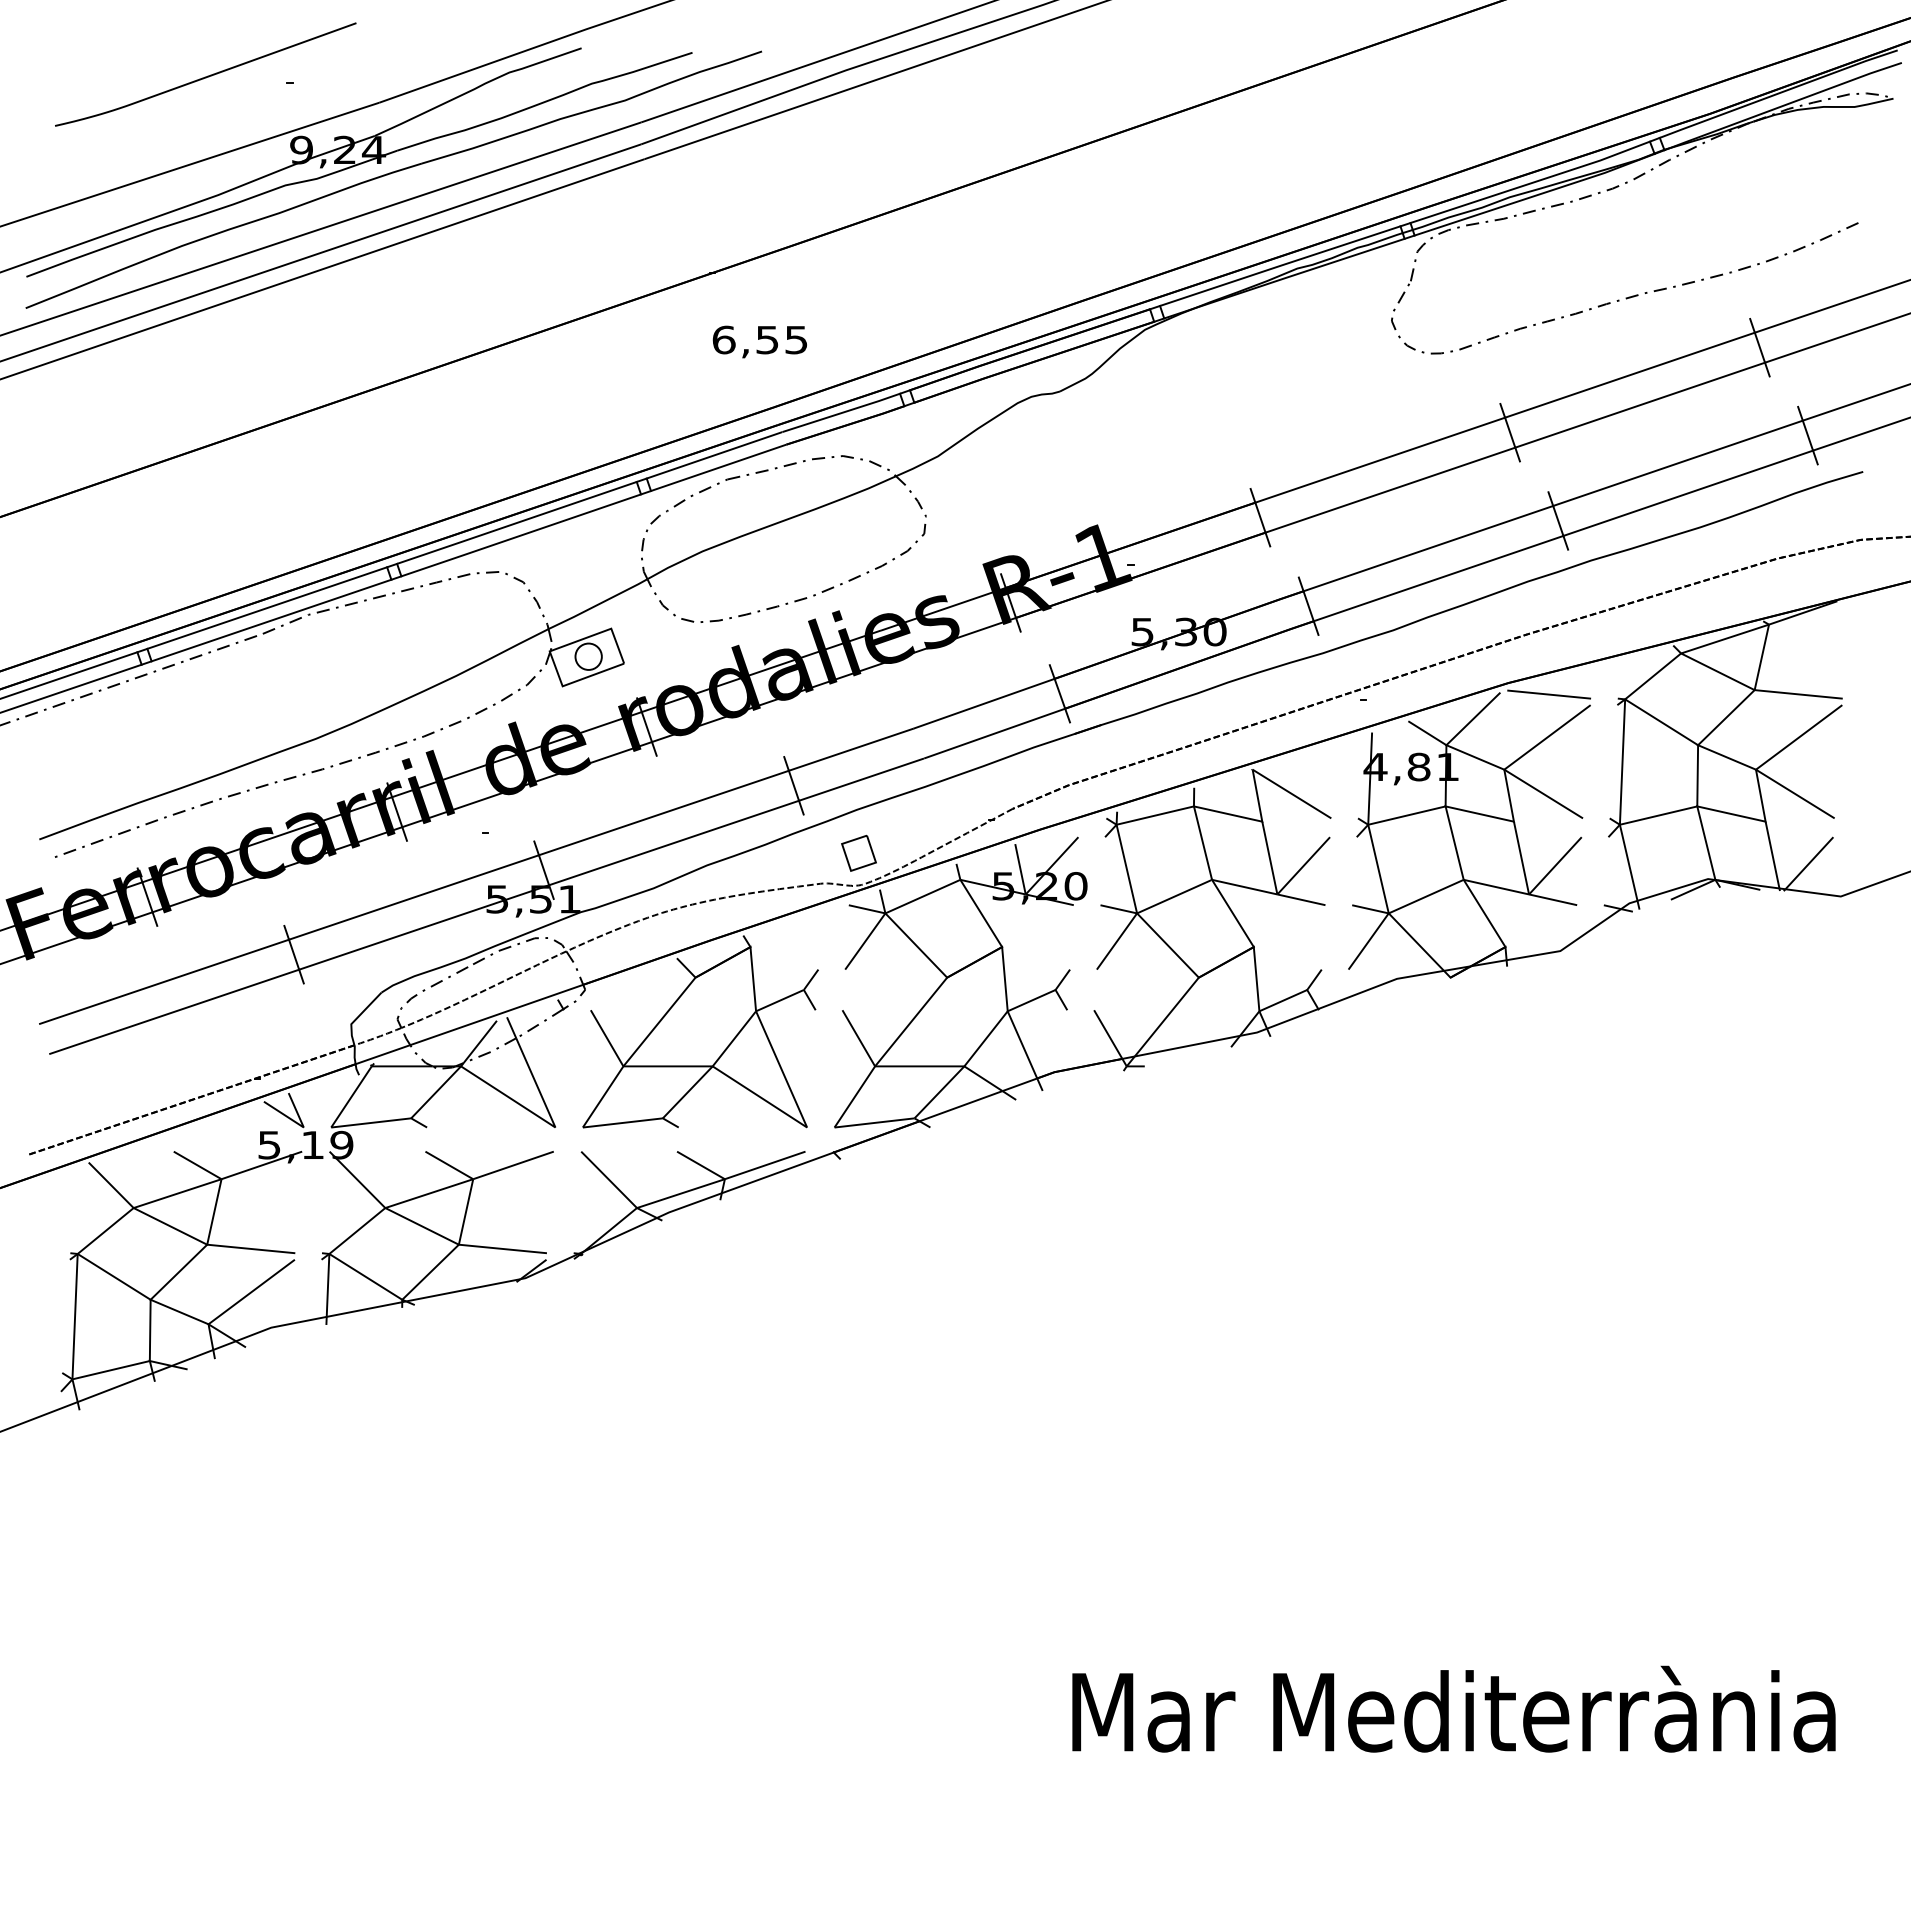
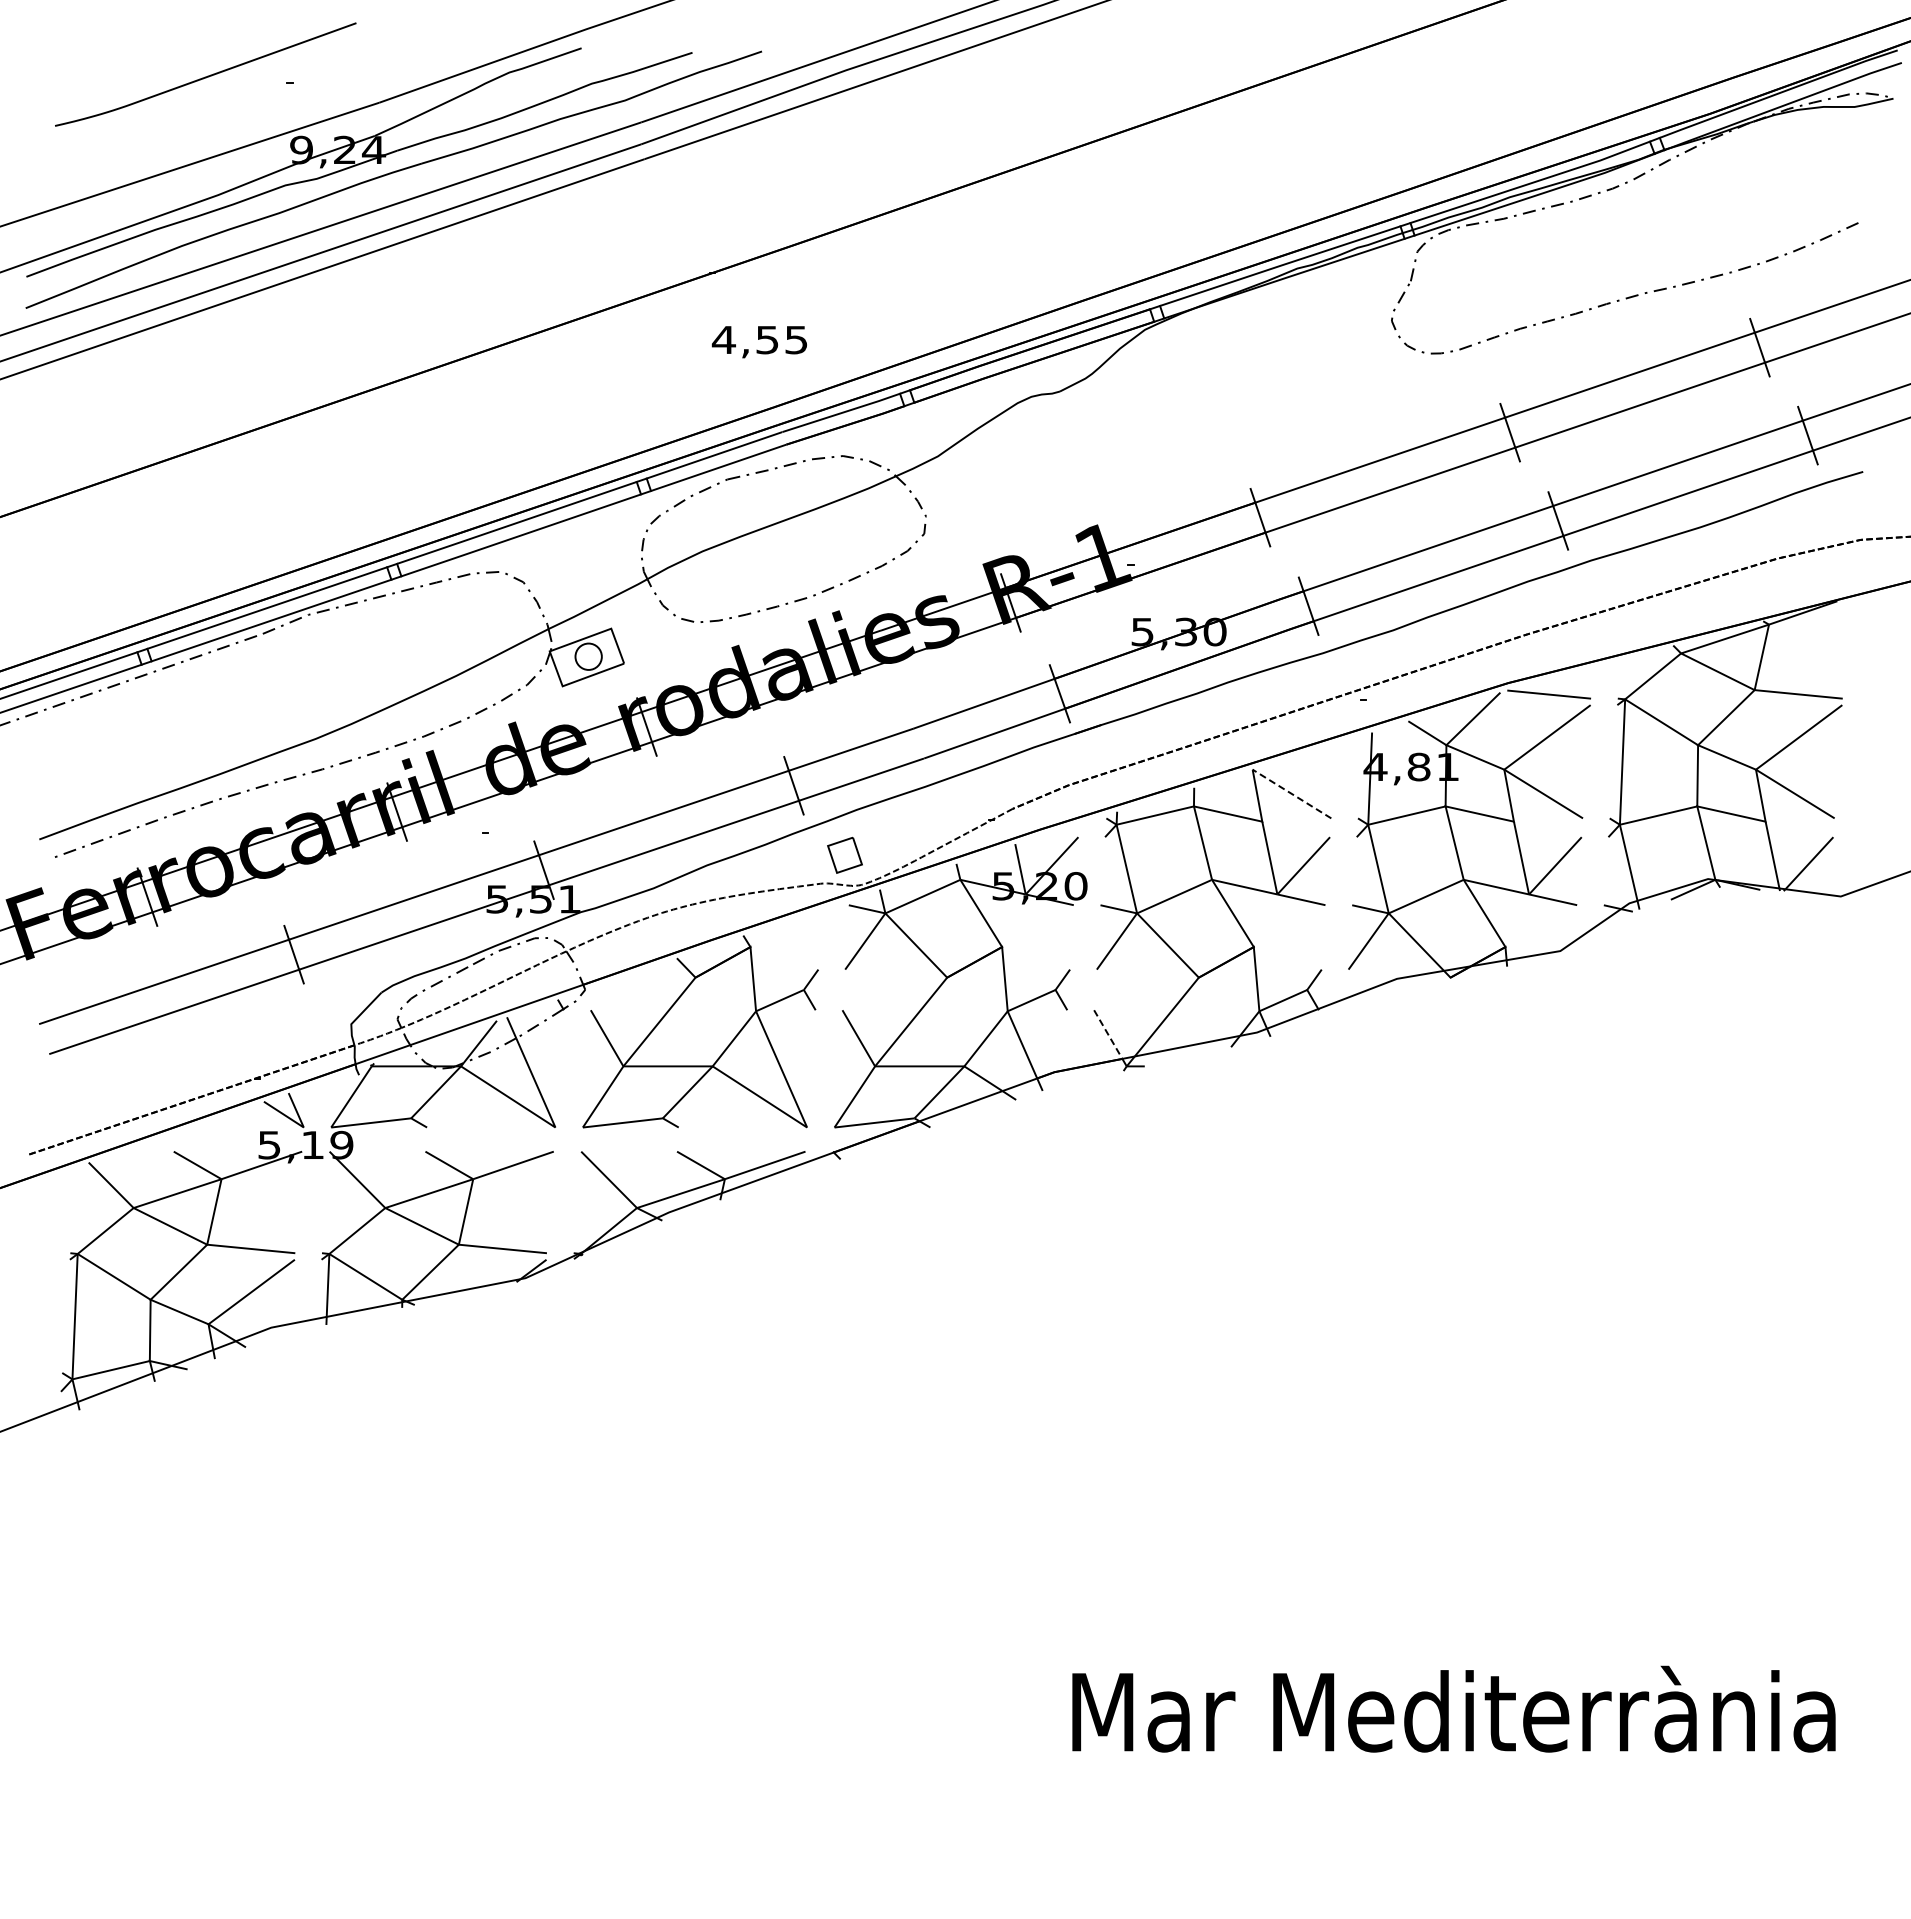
text at (723, 339): 6,55 -> 4,55
line at (1290, 793): solid -> dashed
part at (858, 852) position: (858, 852) -> (844, 854)
line at (1108, 1035): solid -> dashed
